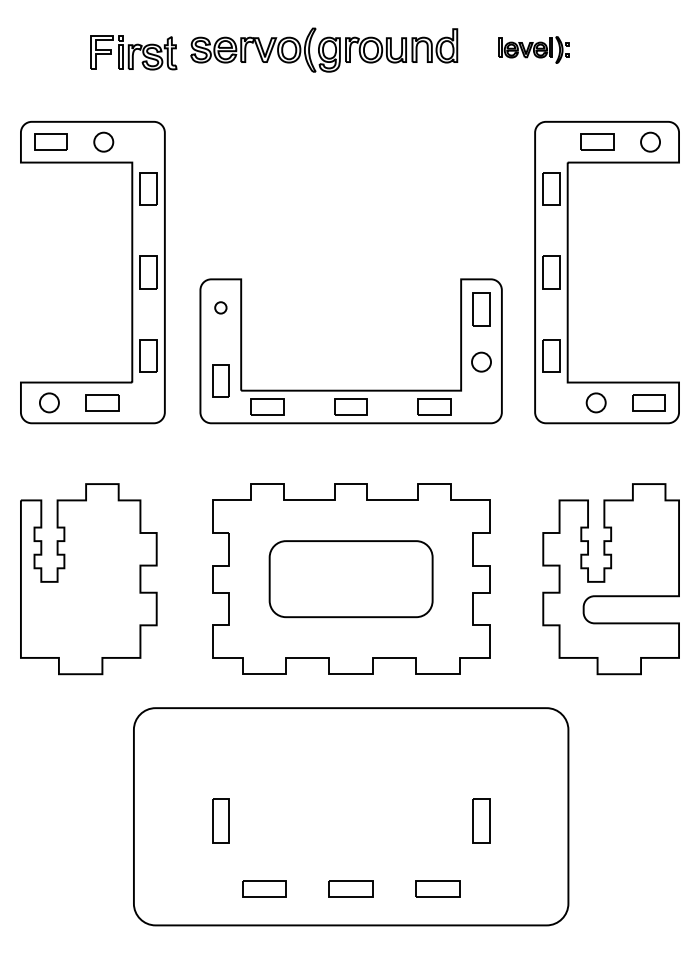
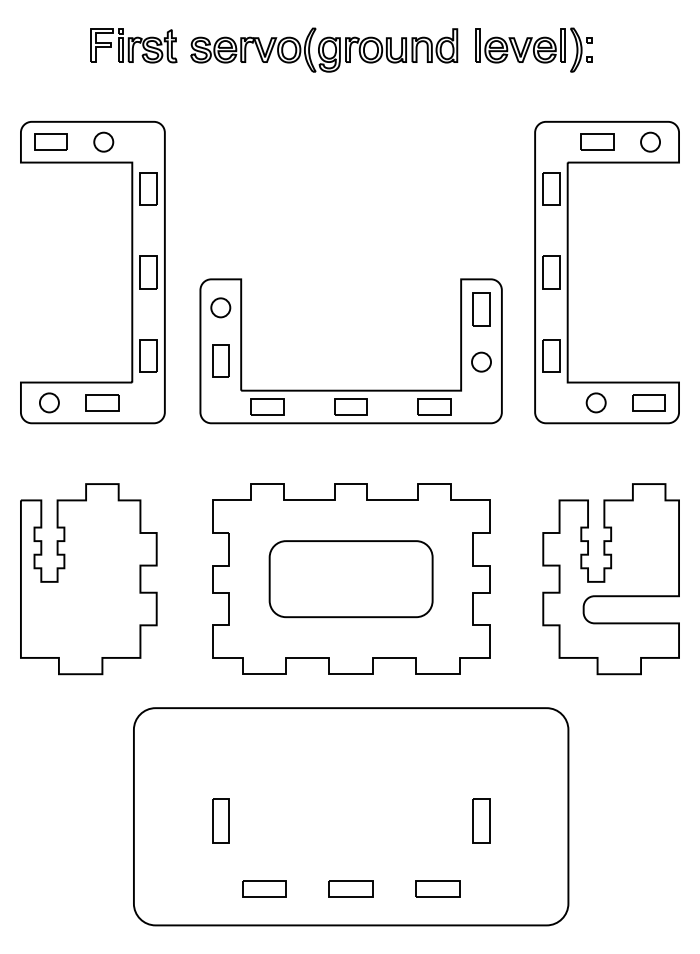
part at (533, 49) size: 72x28 px -> 118x46 px
part at (133, 52) position: (133, 52) -> (133, 45)
part at (220, 307) size: 14x14 px -> 22x22 px
part at (220, 380) position: (220, 380) -> (220, 360)
